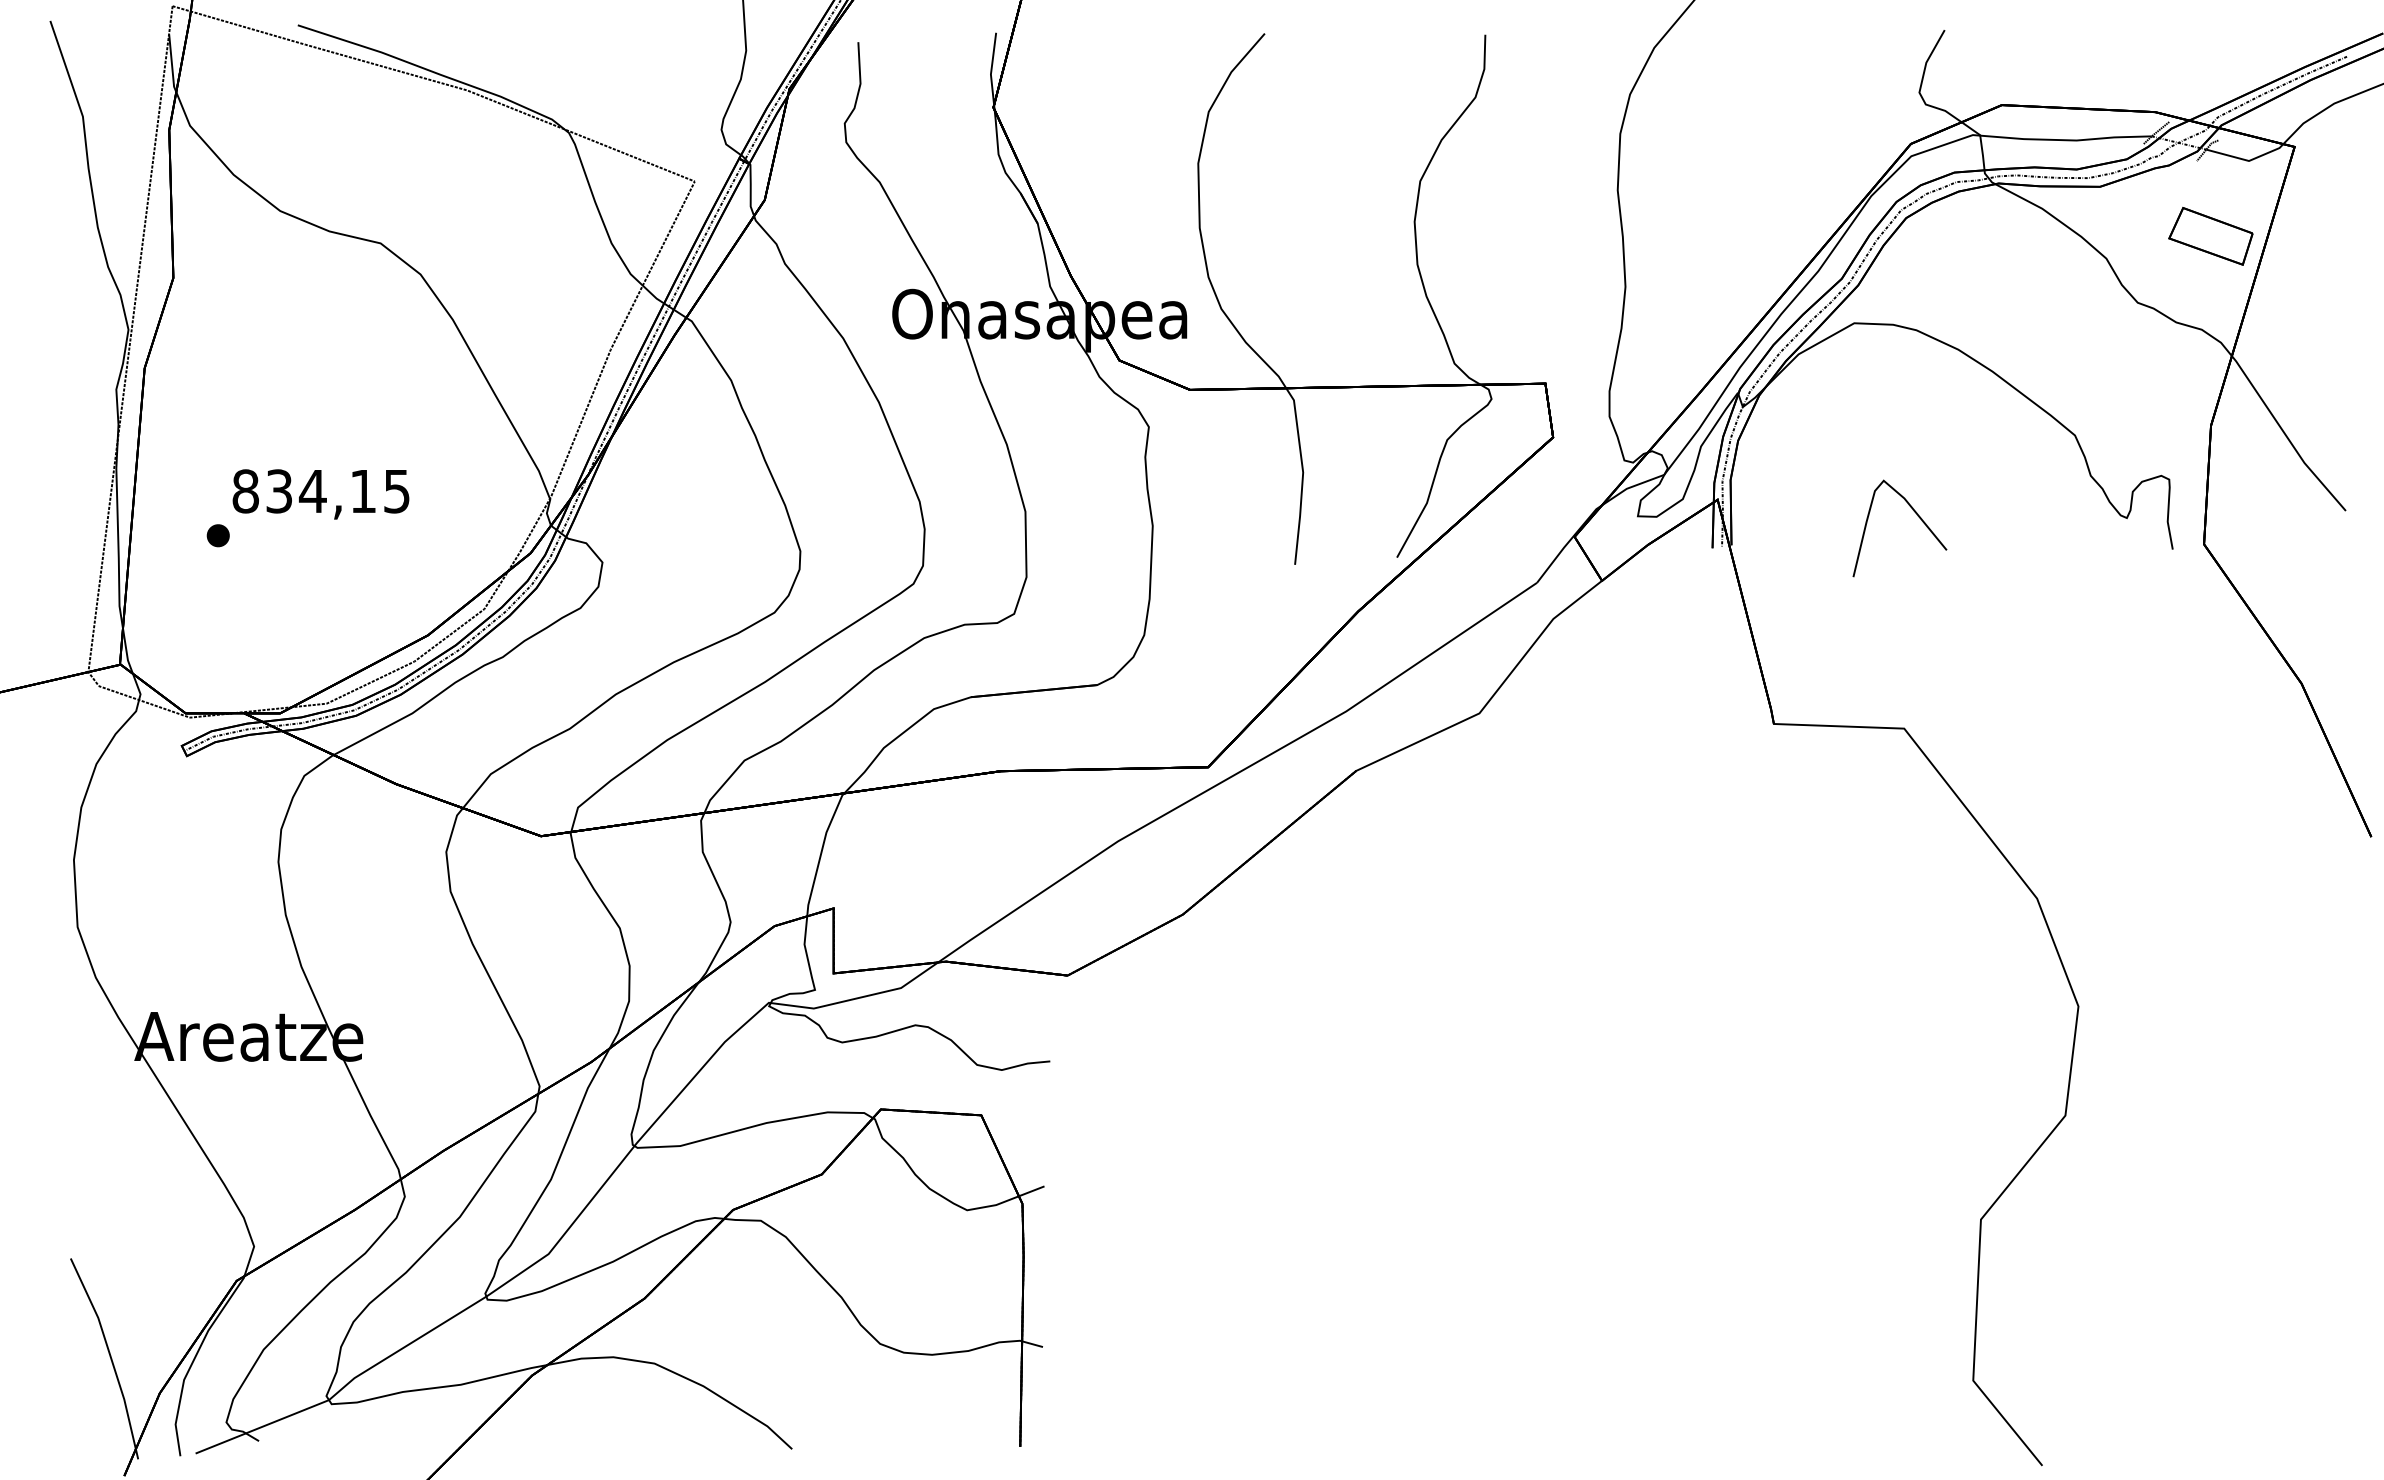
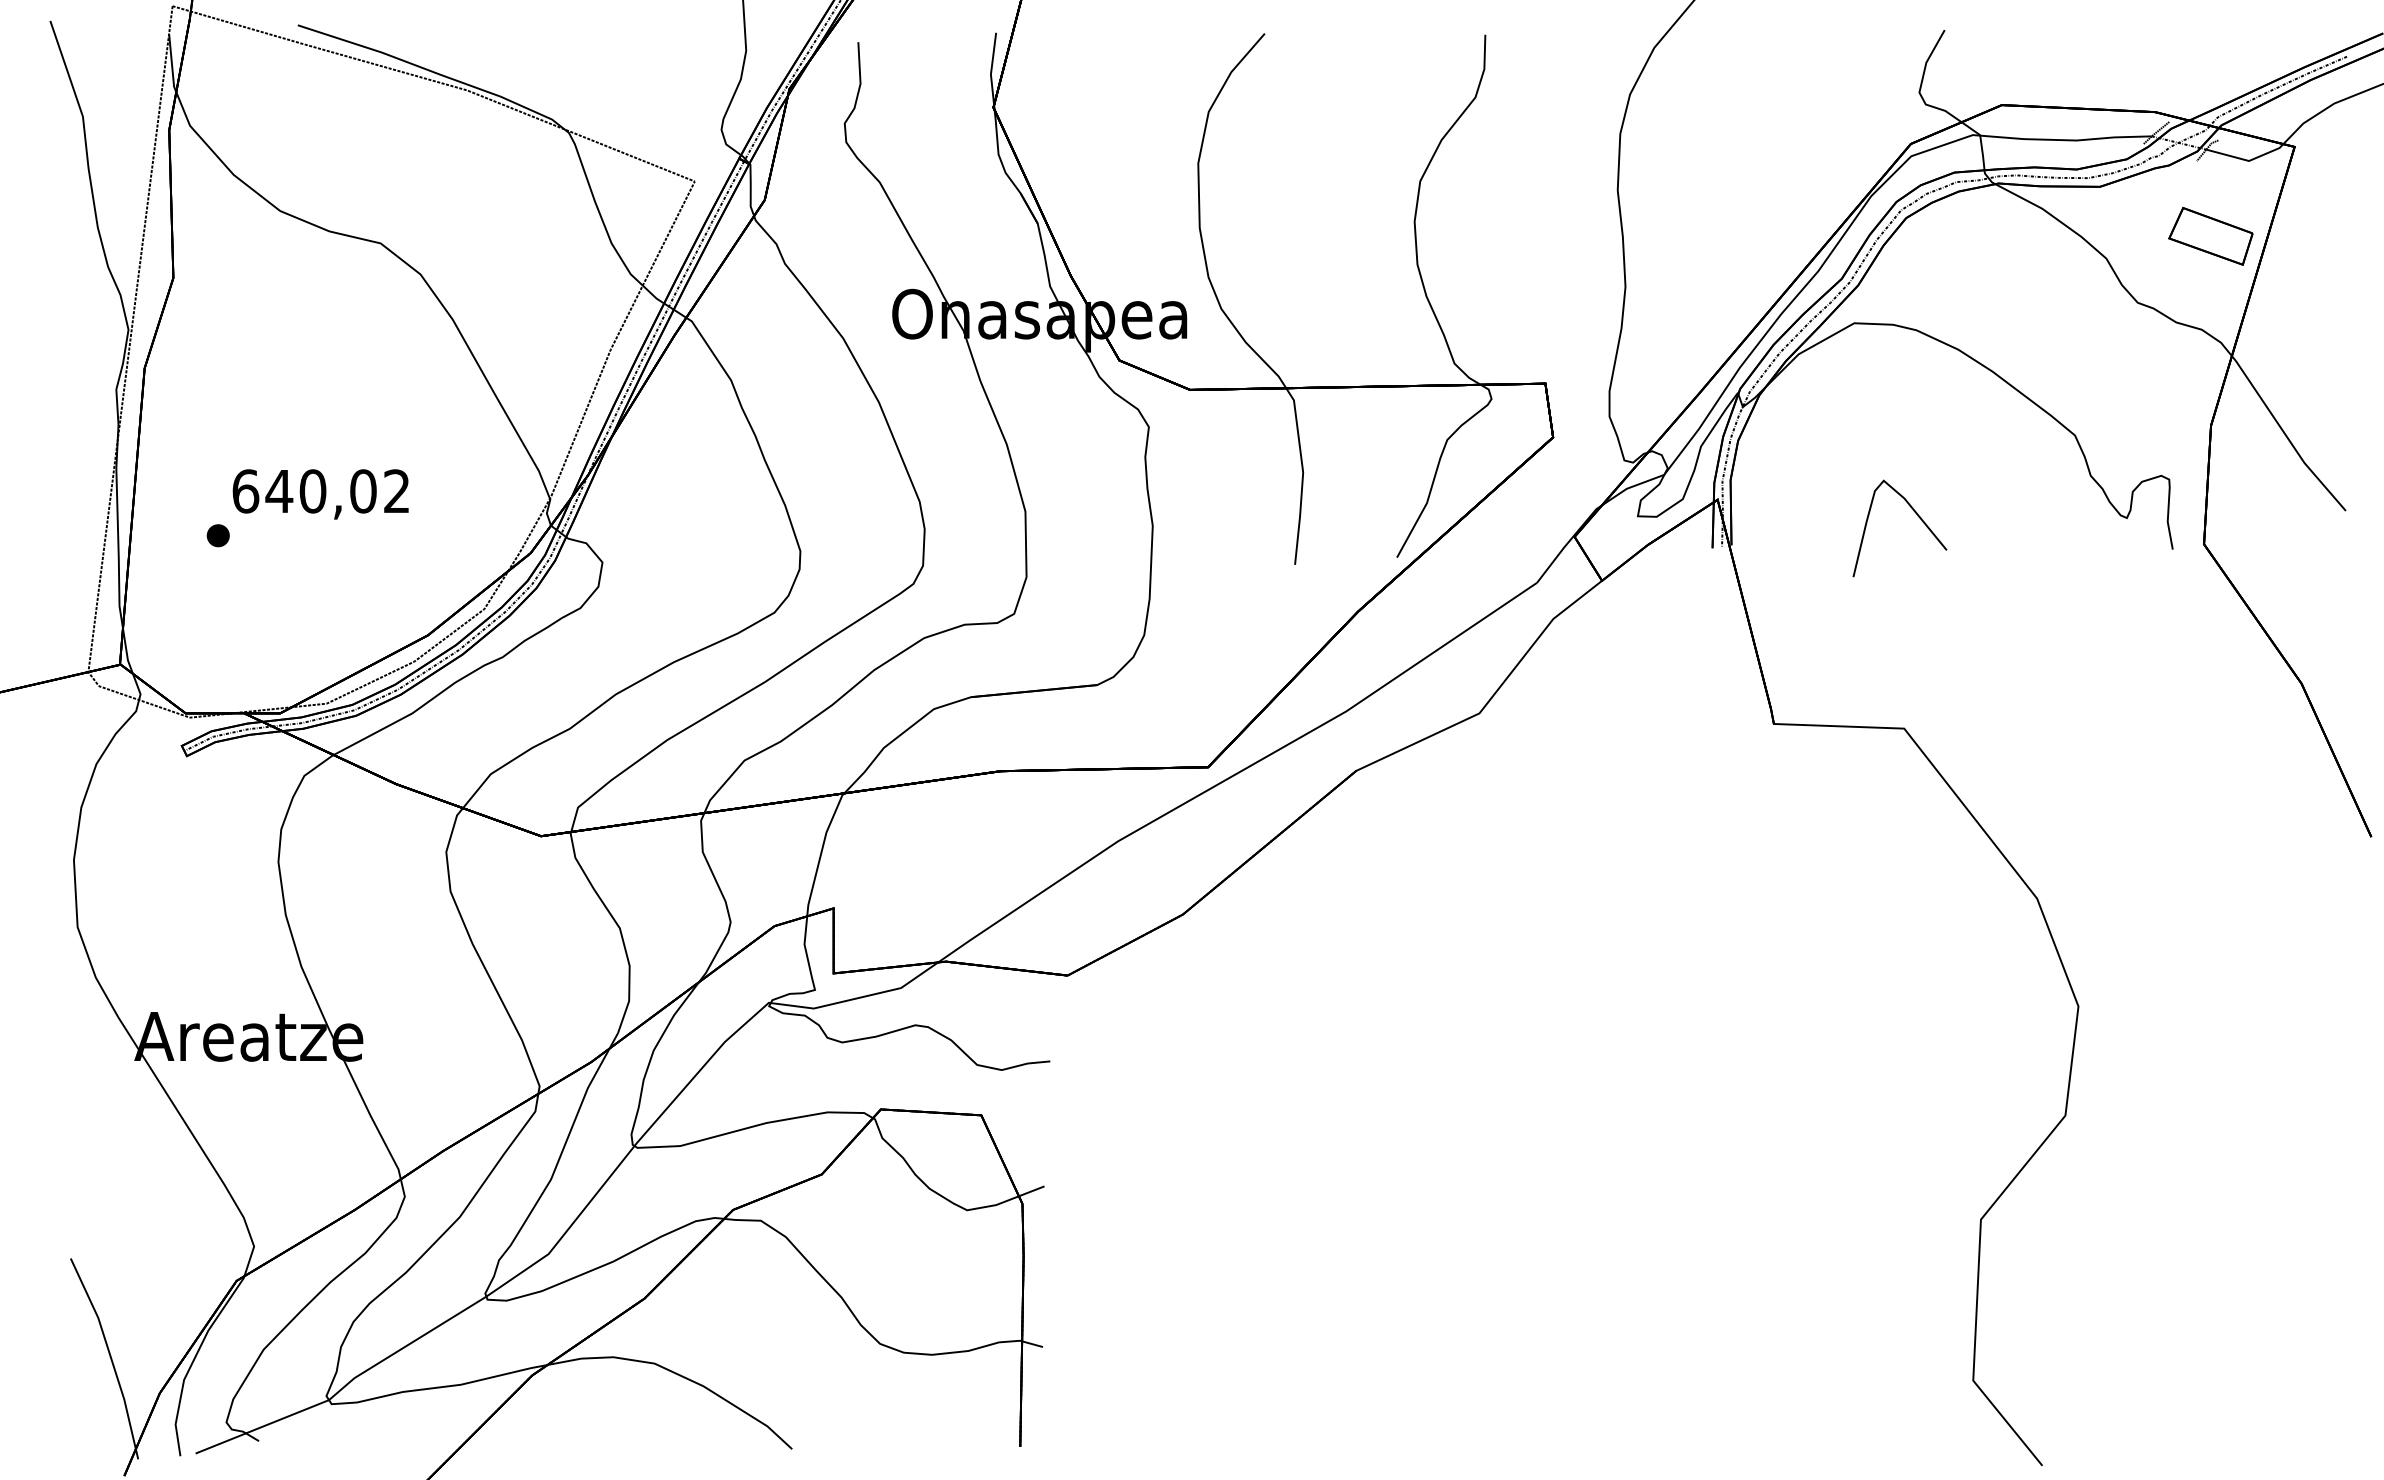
text at (320, 491): 834,15 -> 640,02
